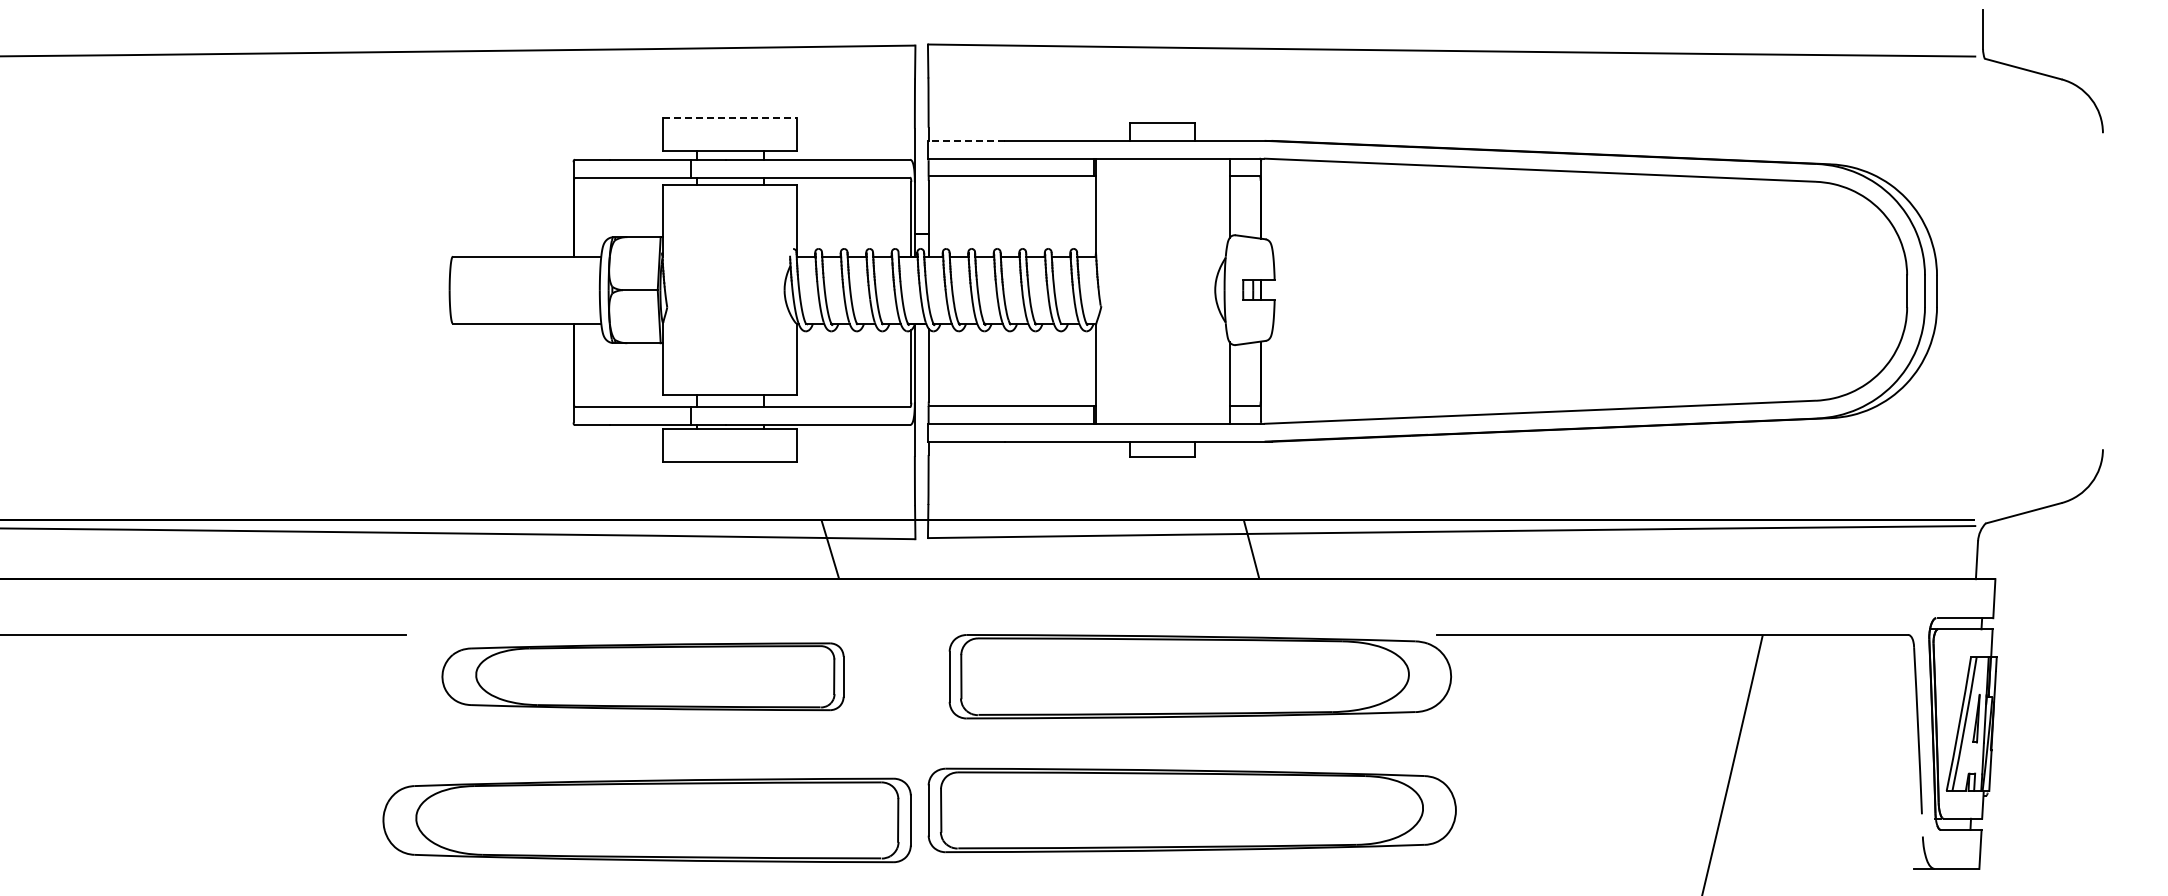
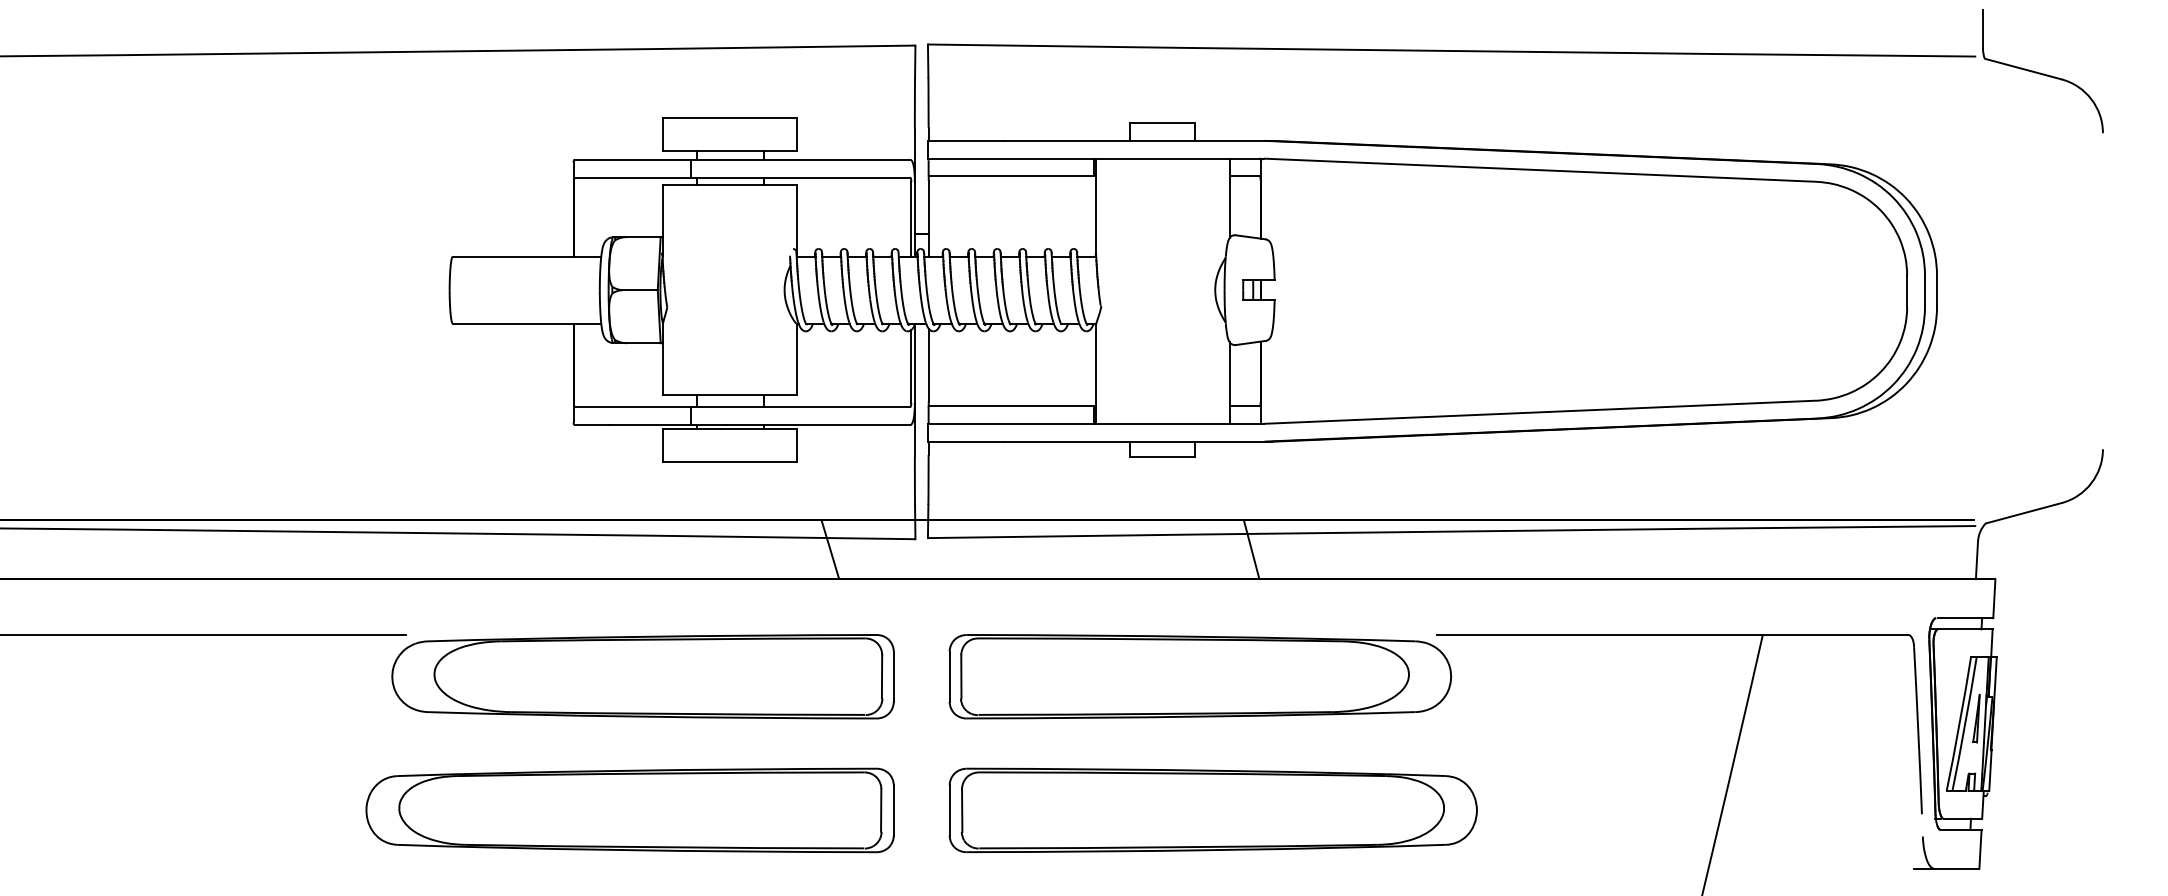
line at (730, 117): dashed -> solid
line at (966, 140): dashed -> solid
part at (642, 676) size: 404x70 px -> 504x86 px
part at (1191, 810) position: (1191, 810) -> (1212, 810)
part at (646, 820) position: (646, 820) -> (629, 810)
